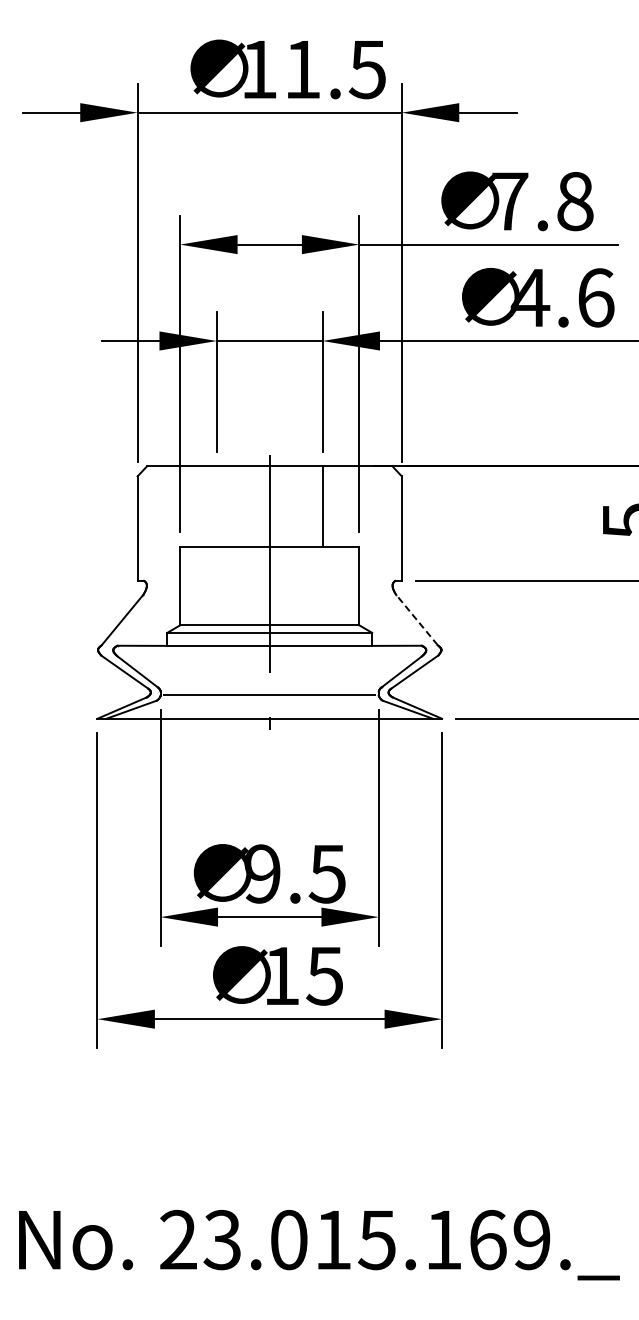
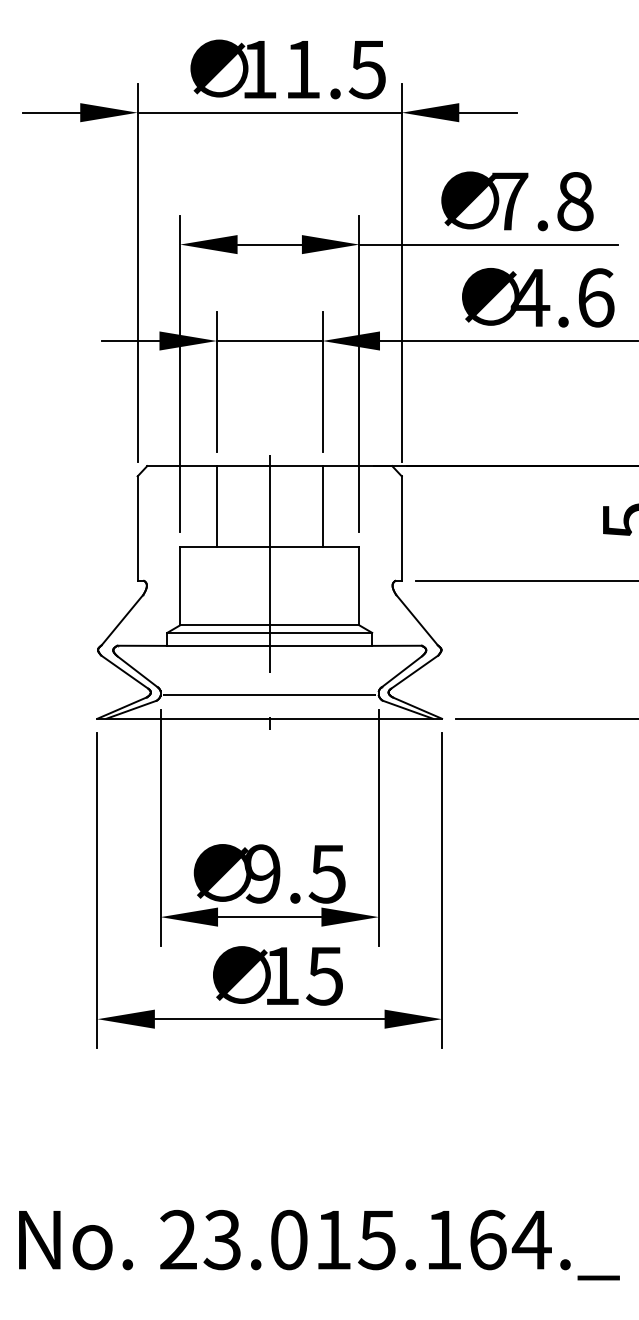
line at (216, 506): none -> present
line at (416, 619): dashed -> solid
text at (531, 1239): 23.015.169._ -> 23.015.164._
